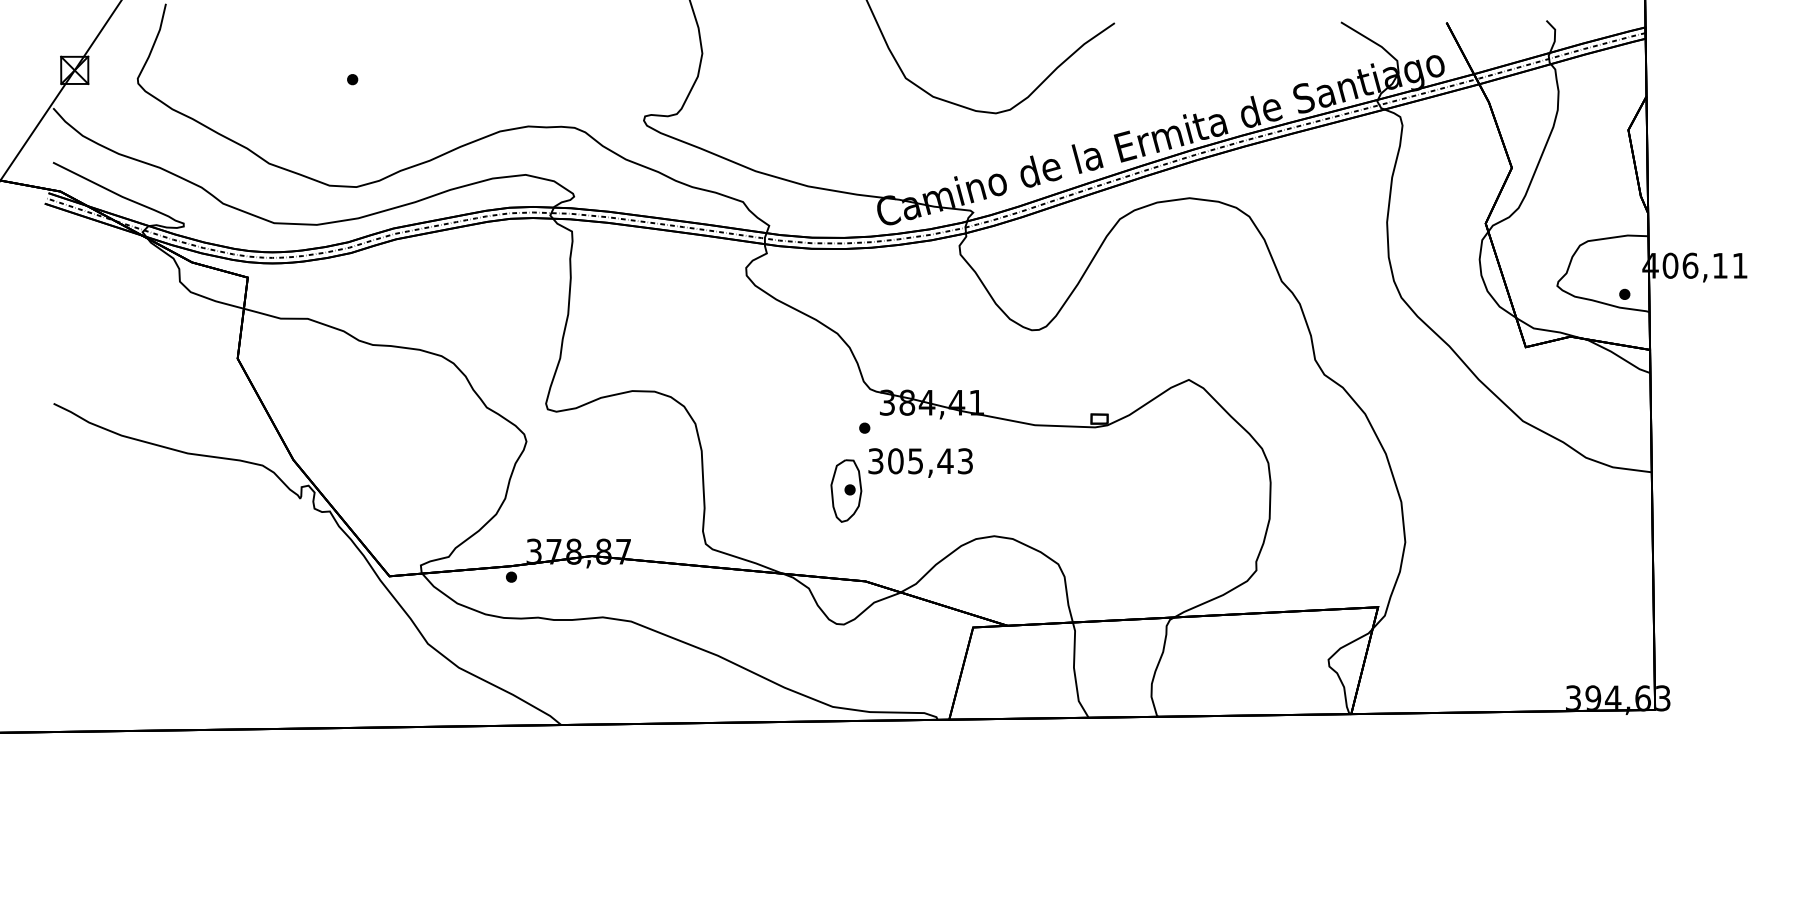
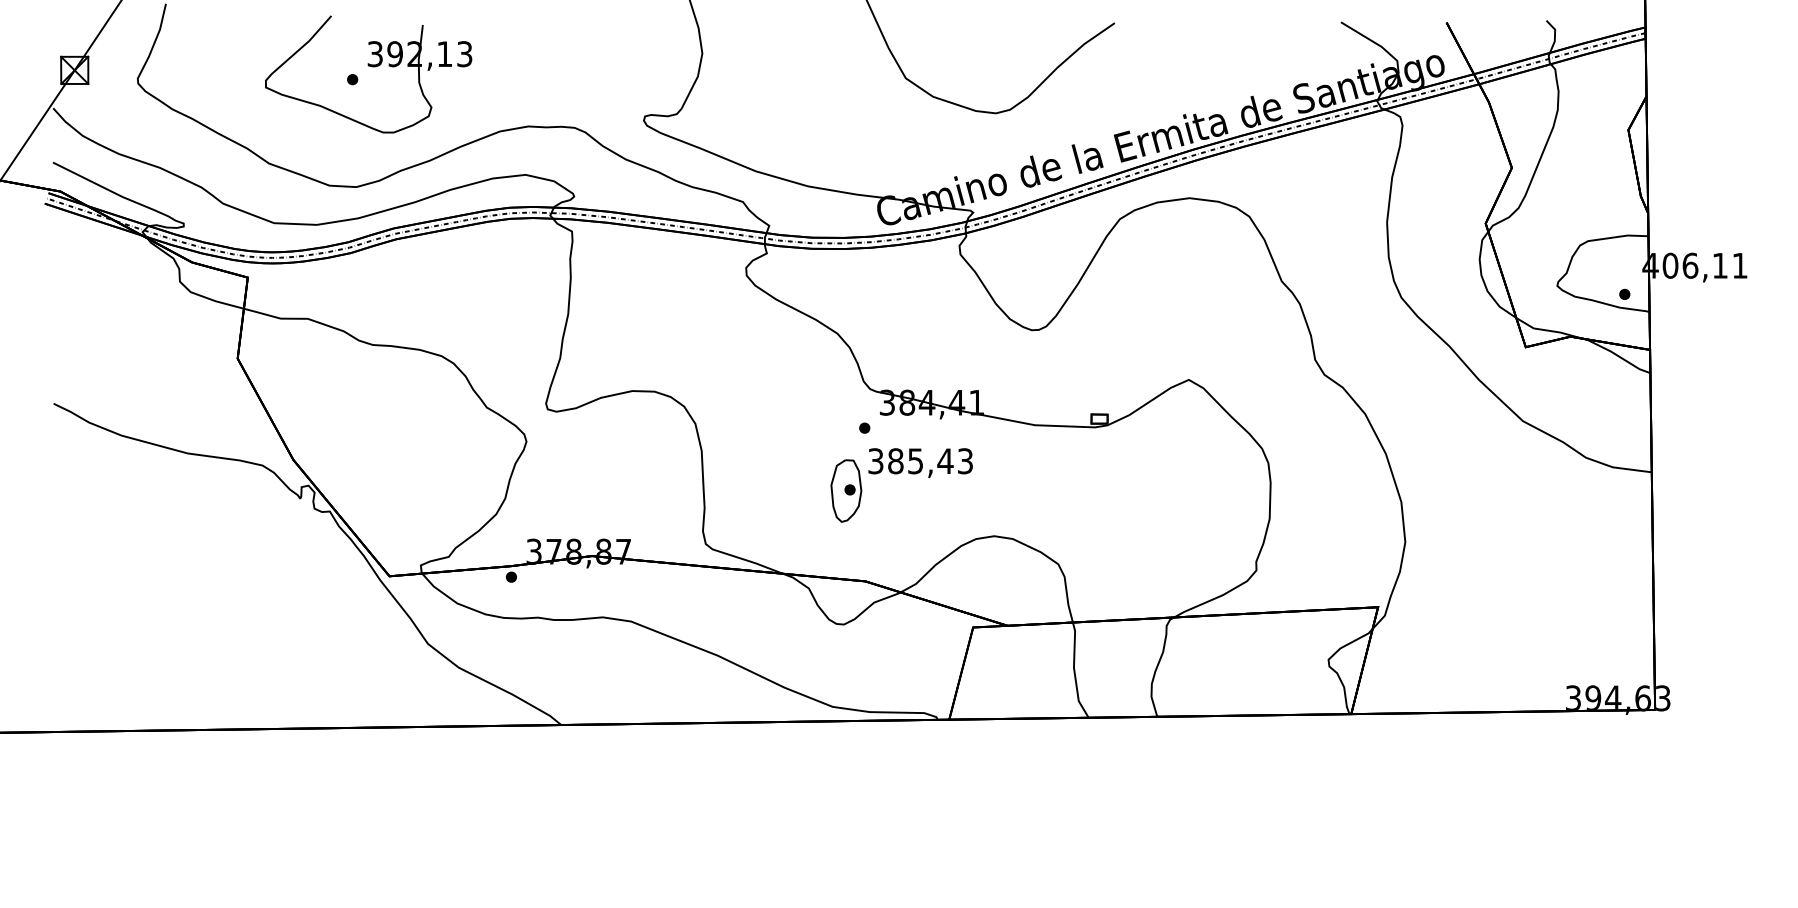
part at (371, 67): none -> present
text at (895, 460): 305,43 -> 385,43
